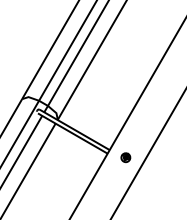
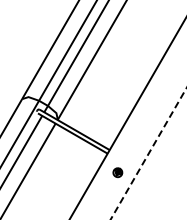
line at (148, 153): solid -> dashed
part at (125, 157) position: (125, 157) -> (117, 172)
